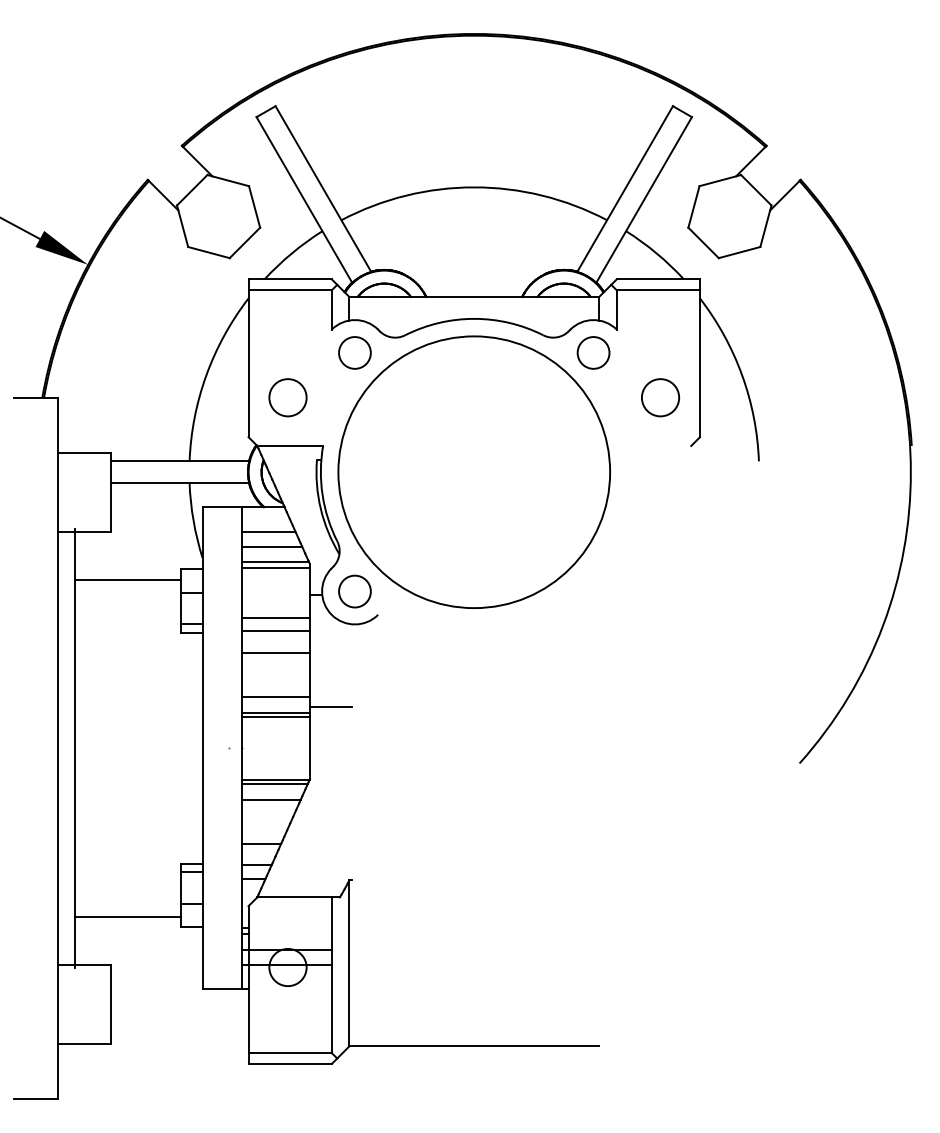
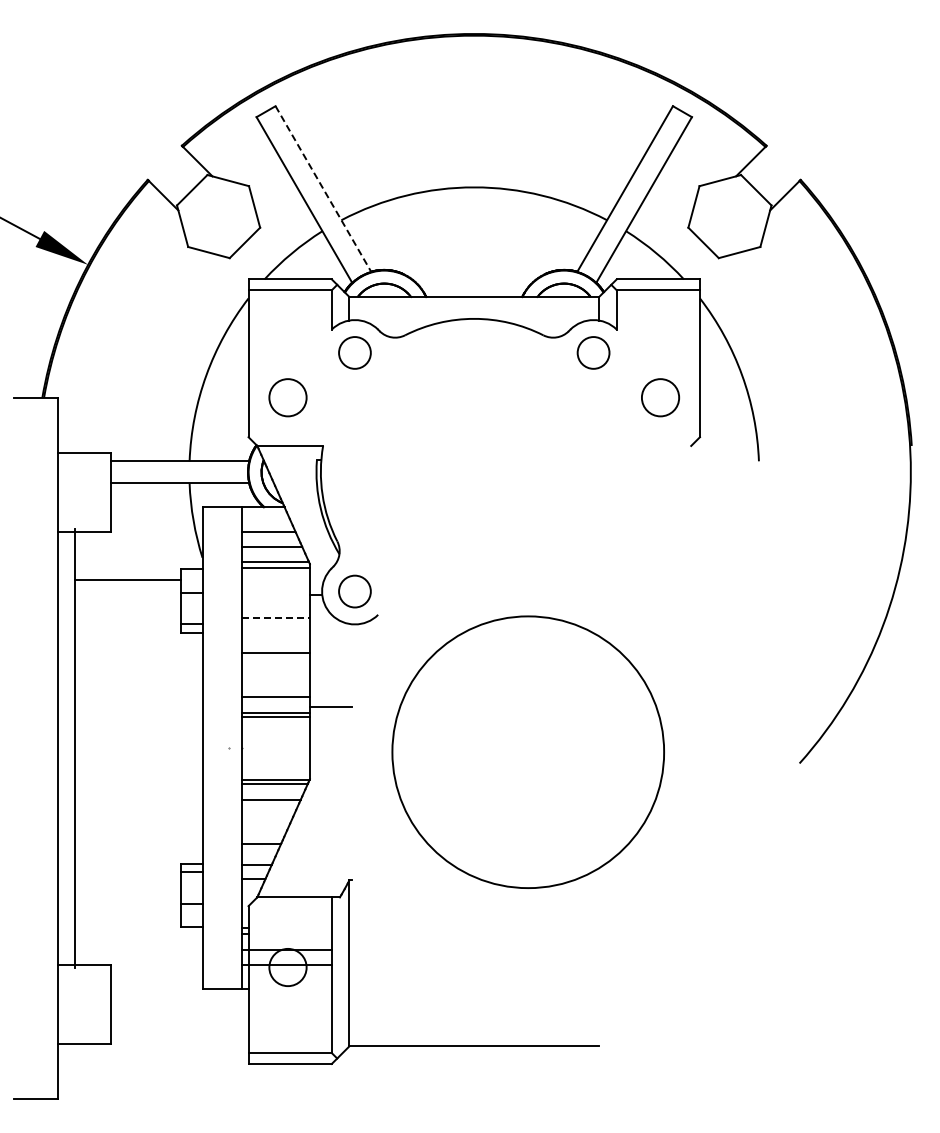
line at (323, 189): solid -> dashed
circle at (473, 471) position: (473, 471) -> (527, 751)
line at (275, 617): solid -> dashed
line at (275, 631): present -> none
line at (127, 917): present -> none
